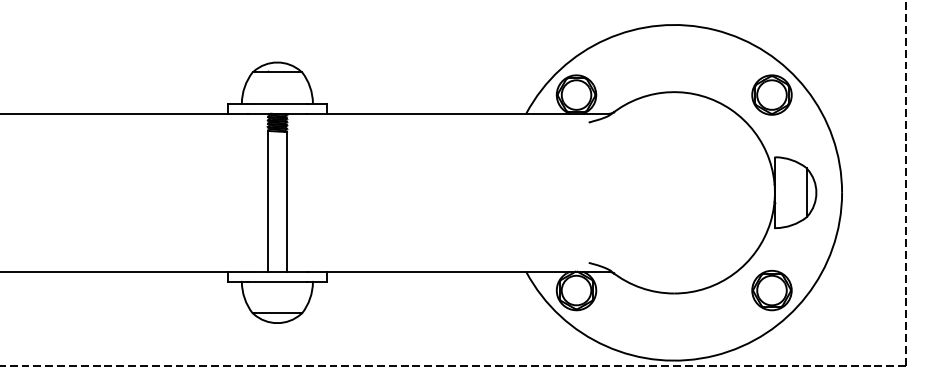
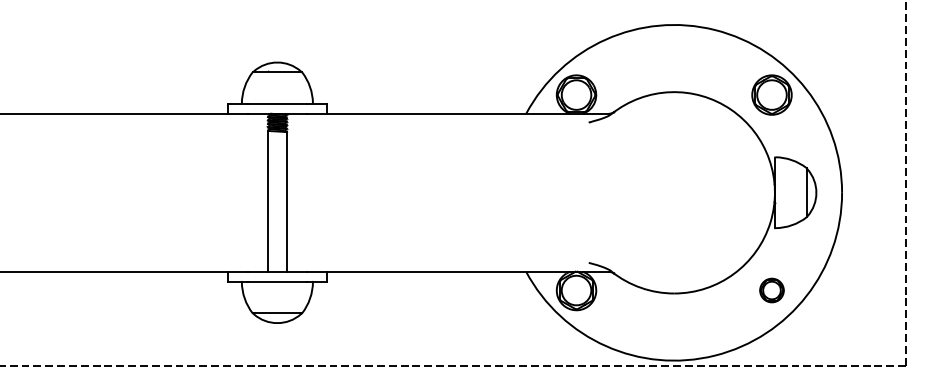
part at (771, 290) size: 42x43 px -> 26x27 px
